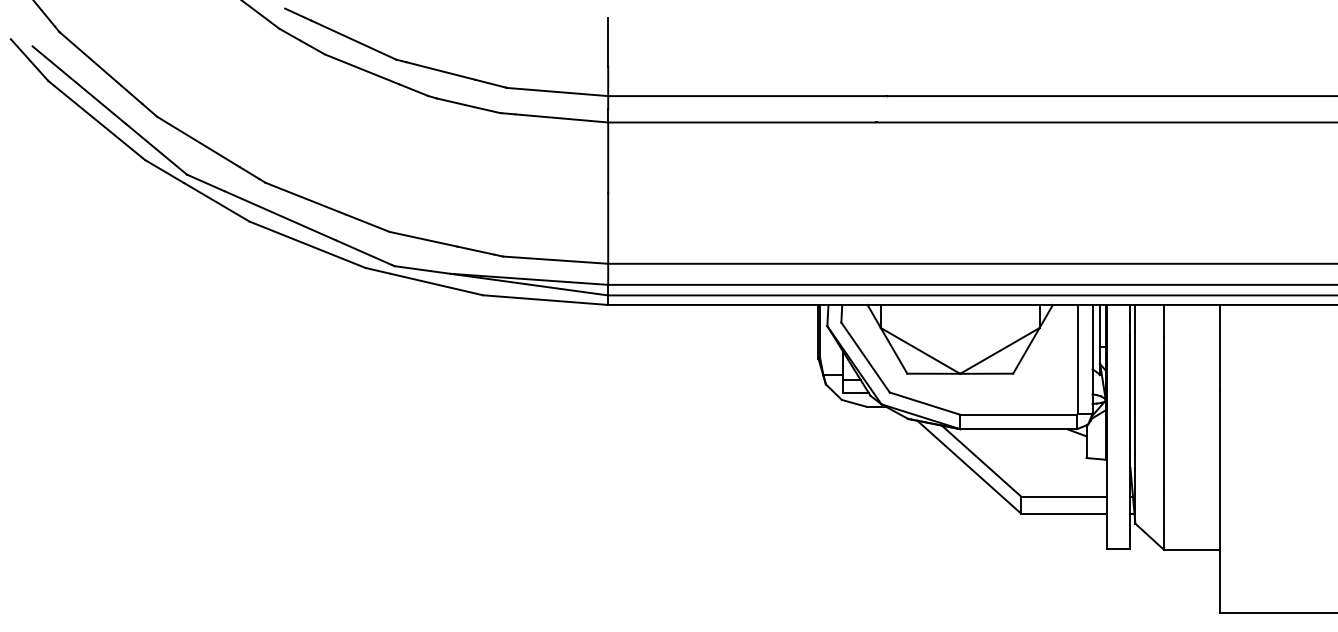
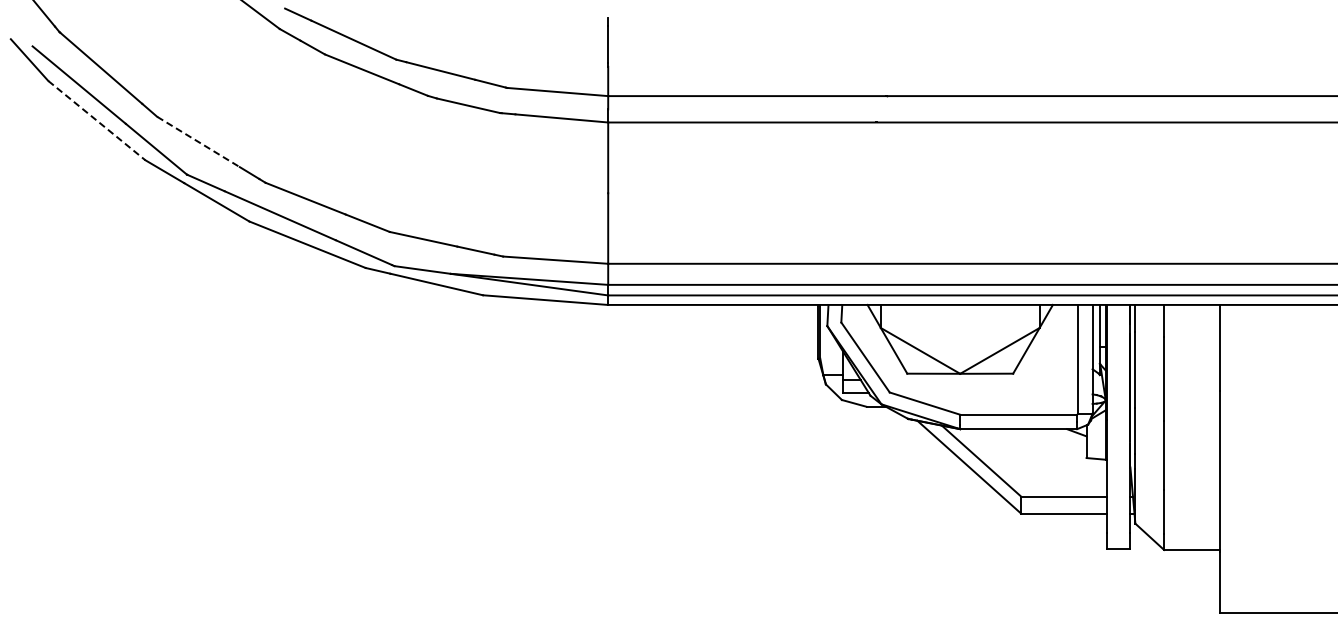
line at (96, 120): solid -> dashed
line at (198, 142): solid -> dashed
